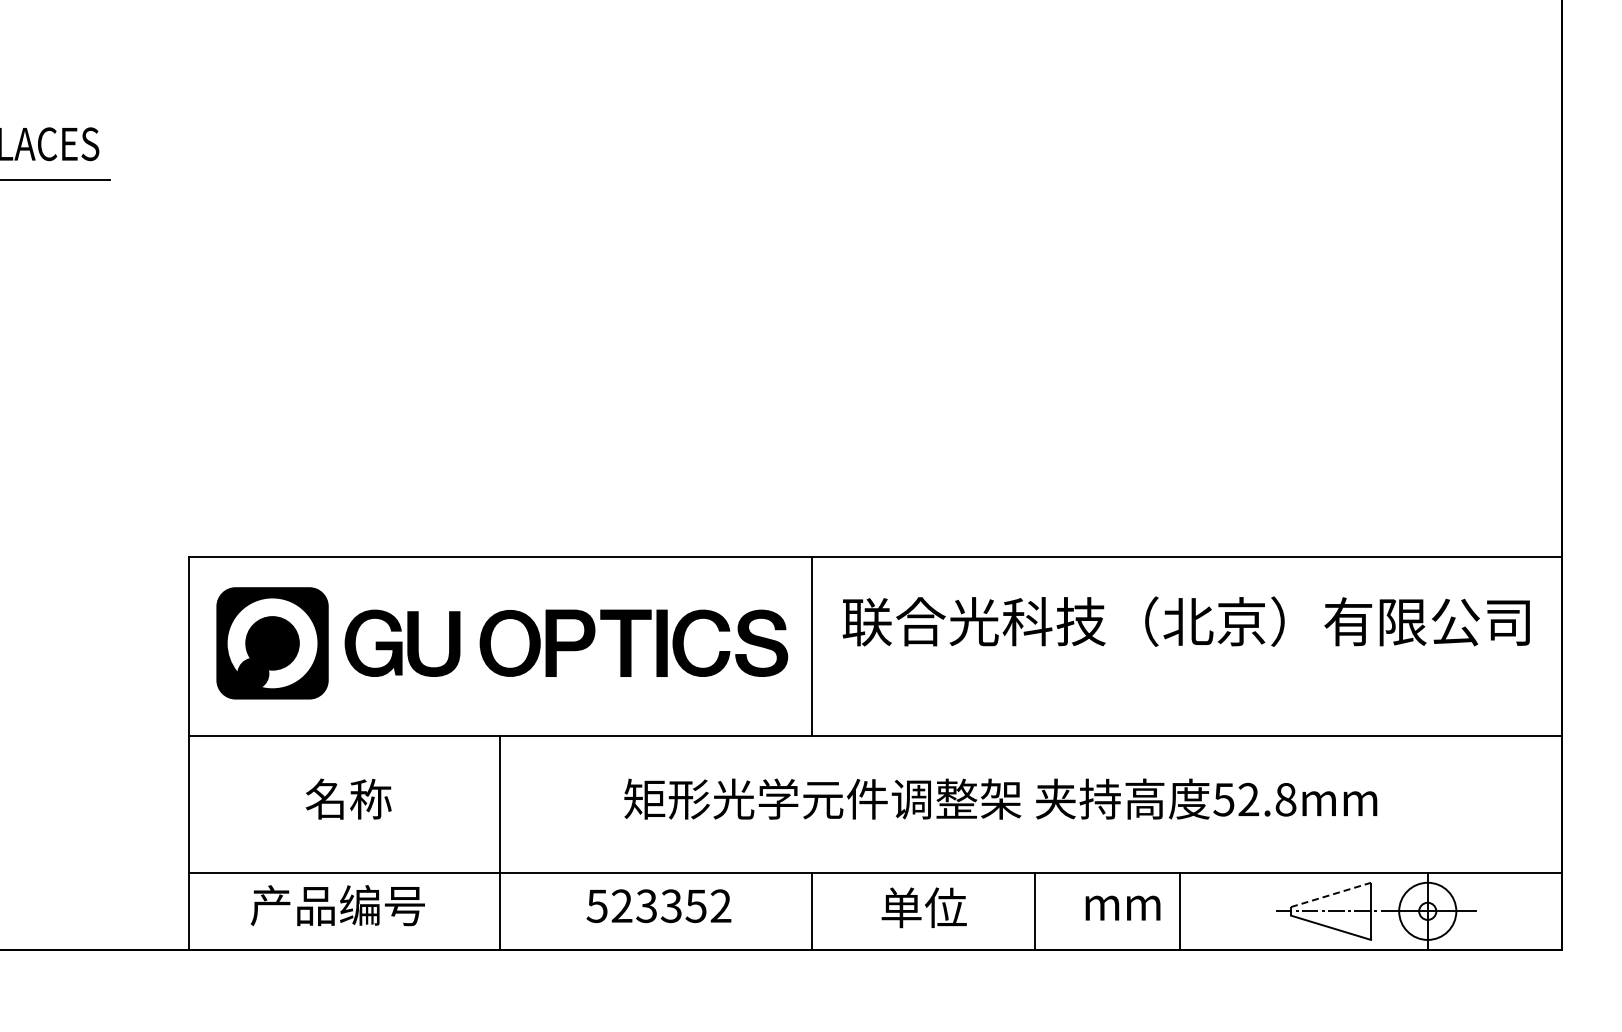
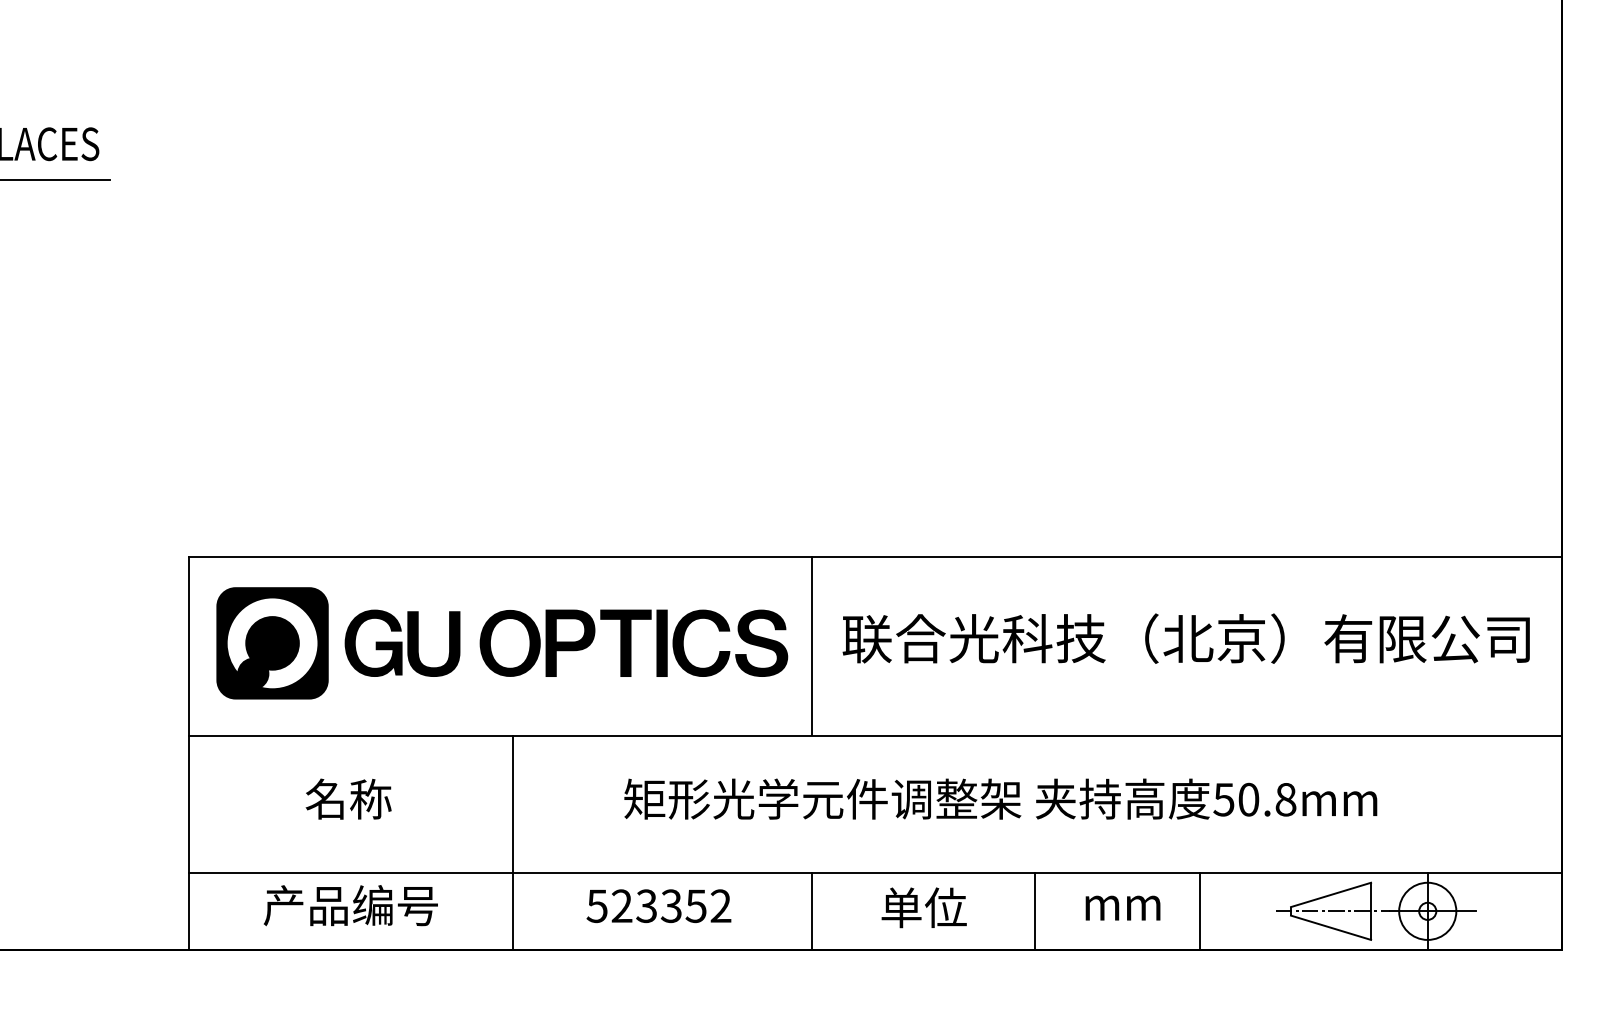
text at (1185, 621) position: (1185, 621) -> (1185, 638)
text at (1248, 799): 52.8mm -> 50.8mm
line at (500, 842) position: (500, 842) -> (513, 842)
line at (1331, 894): dashed -> solid
text at (337, 905) position: (337, 905) -> (350, 905)
line at (1179, 911) position: (1179, 911) -> (1199, 911)
